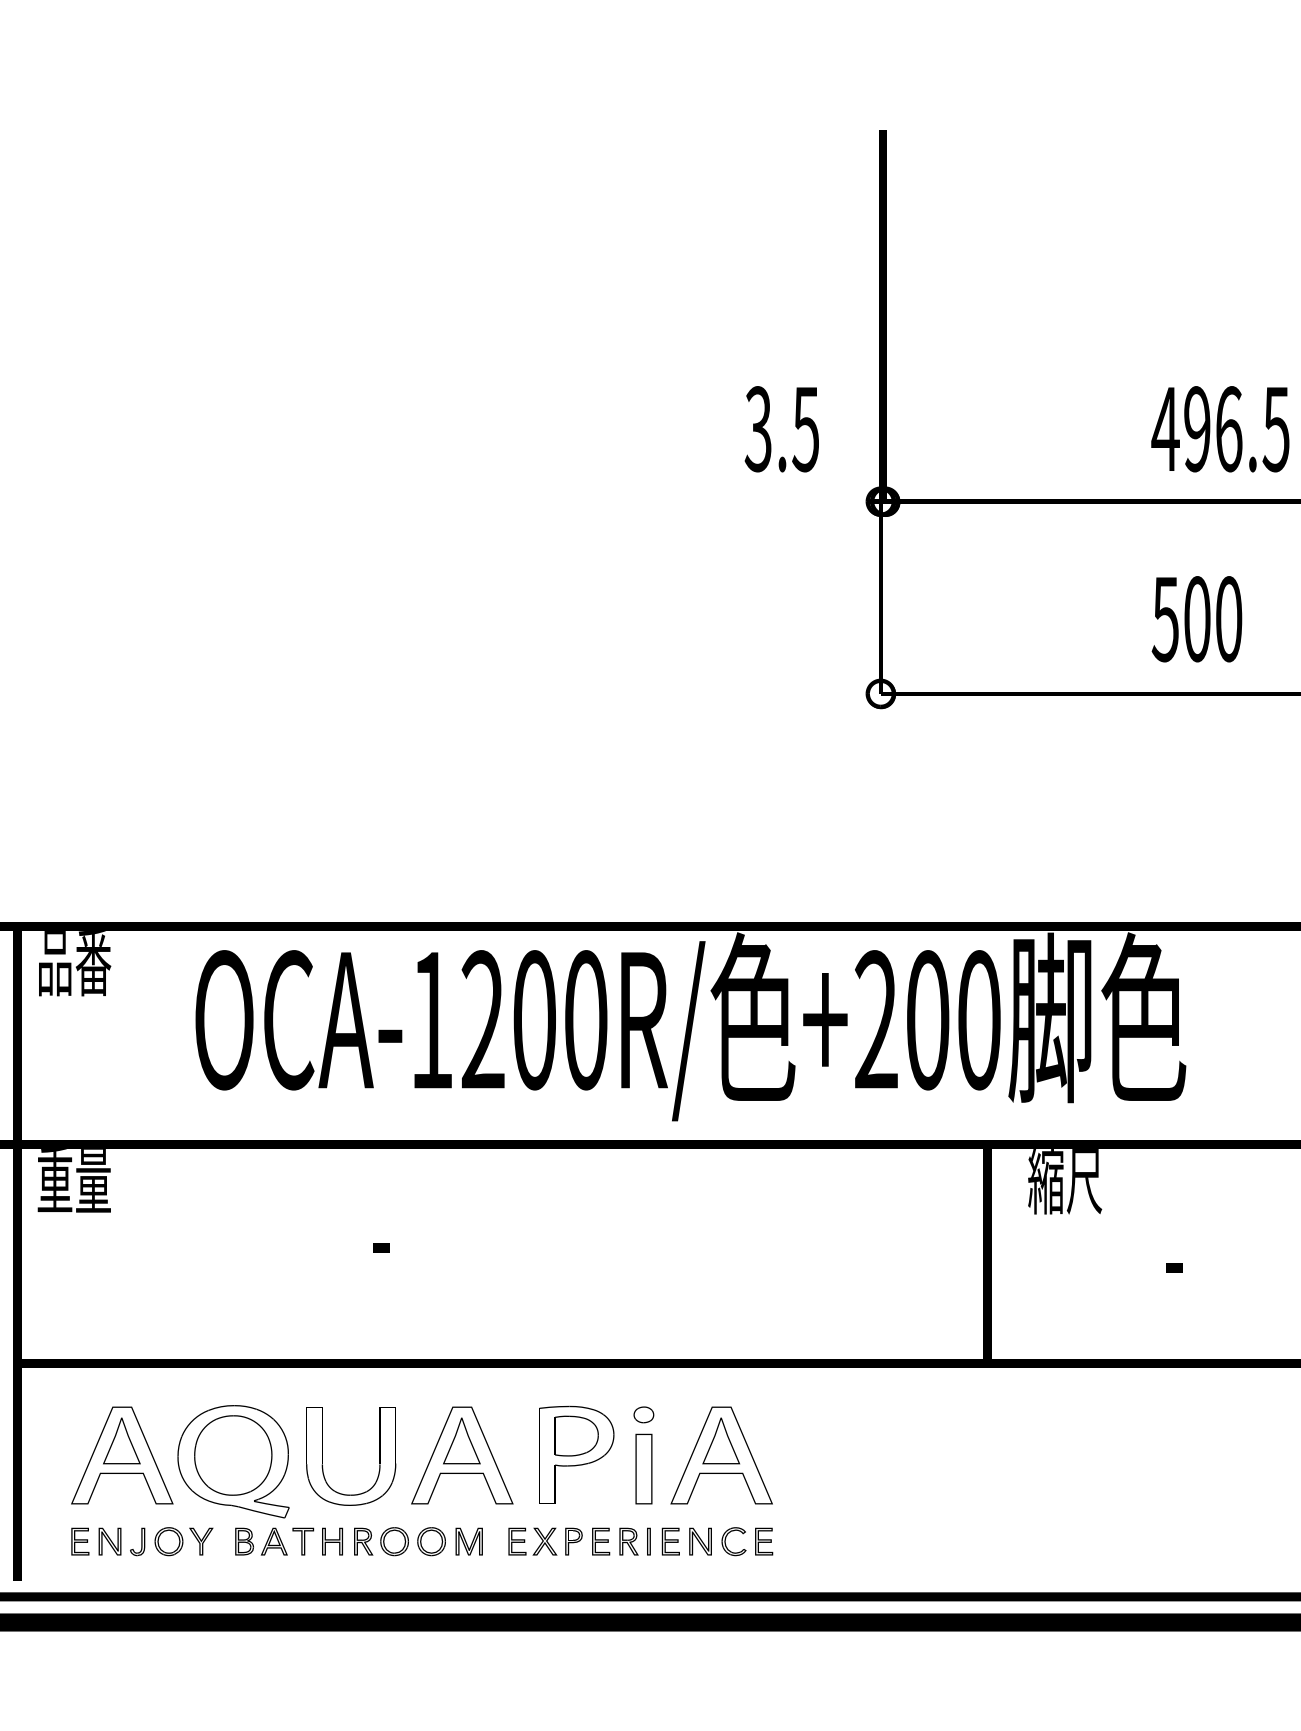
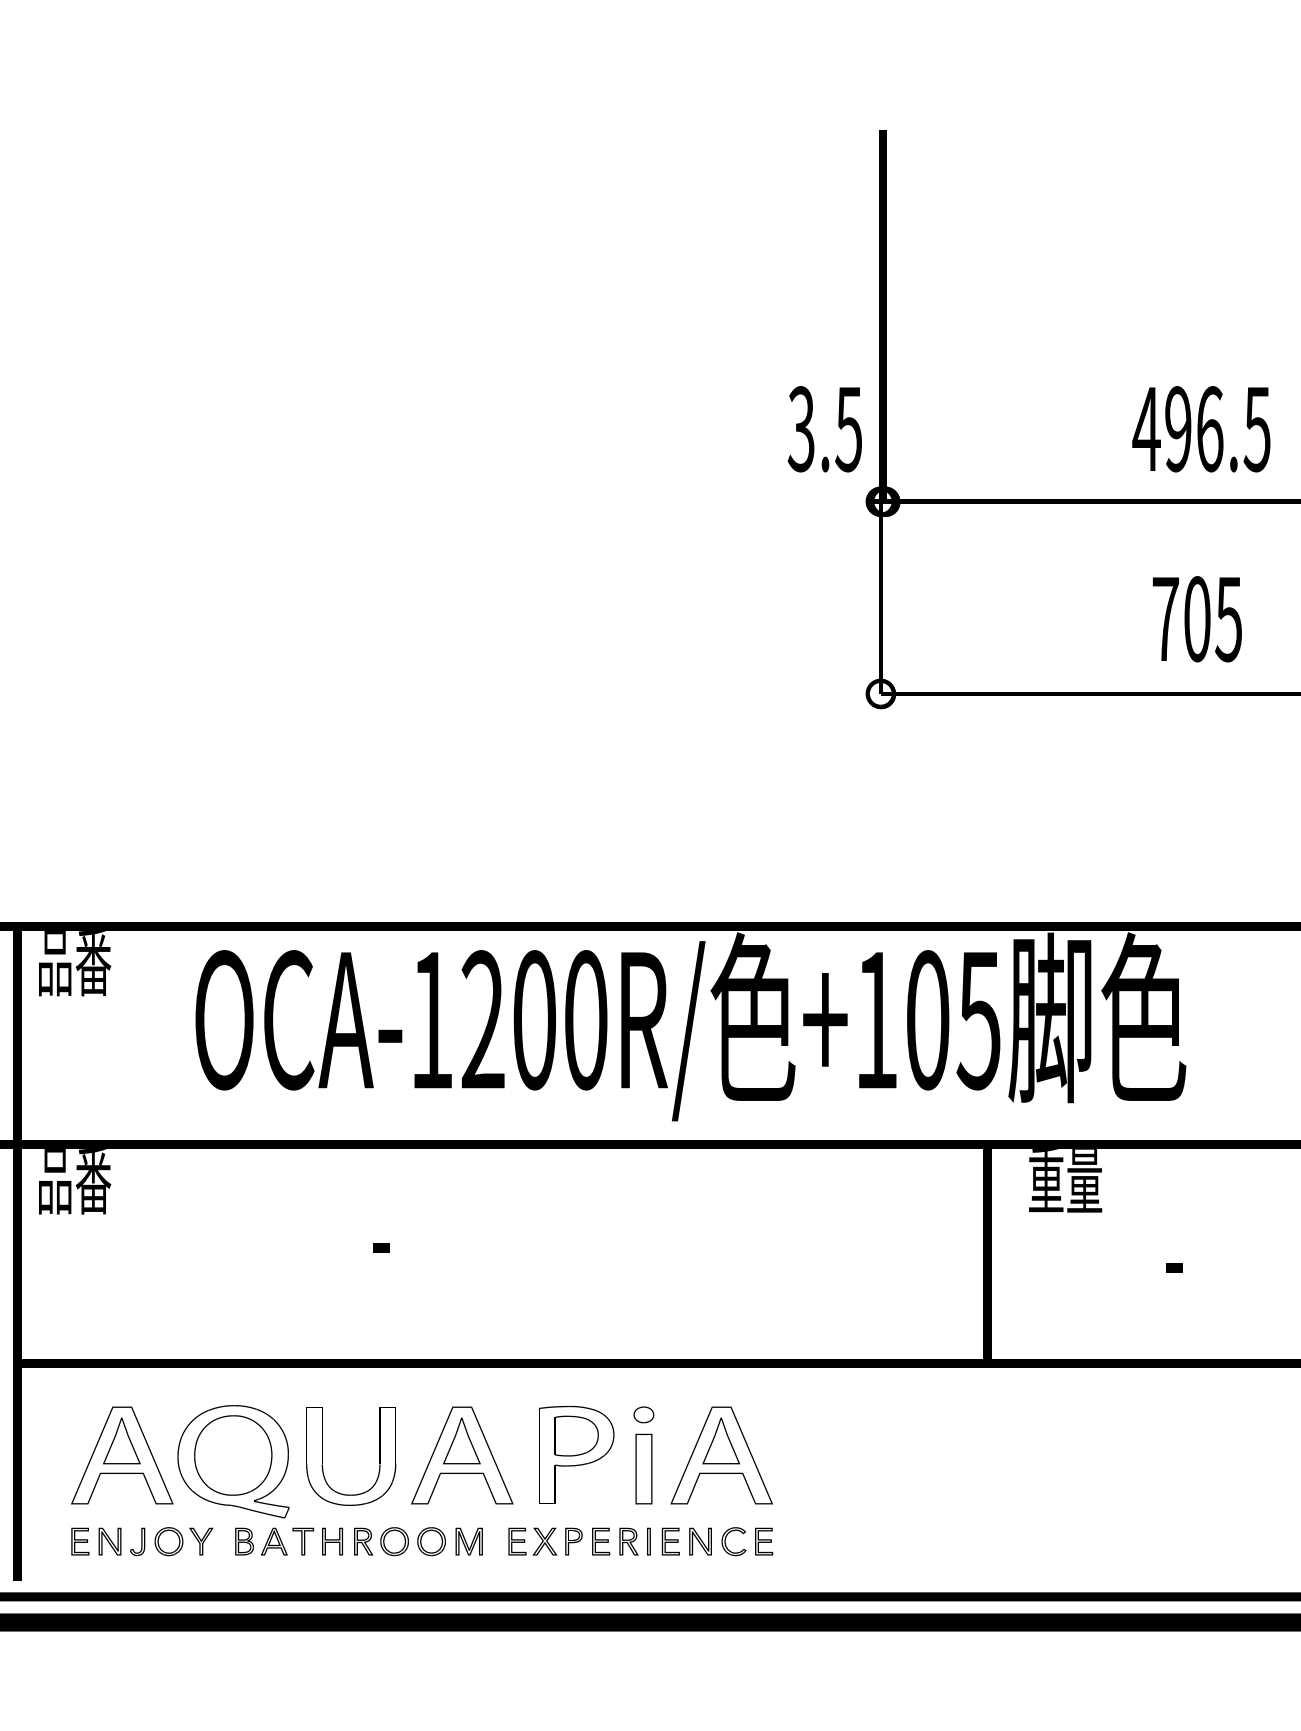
text at (781, 429) position: (781, 429) -> (824, 429)
text at (1220, 429) position: (1220, 429) -> (1201, 429)
text at (1196, 619): 500 -> 705
text at (927, 1020): +200 -> +105
text at (74, 1181): 重量 -> 品番
text at (1065, 1181): 縮尺 -> 重量
